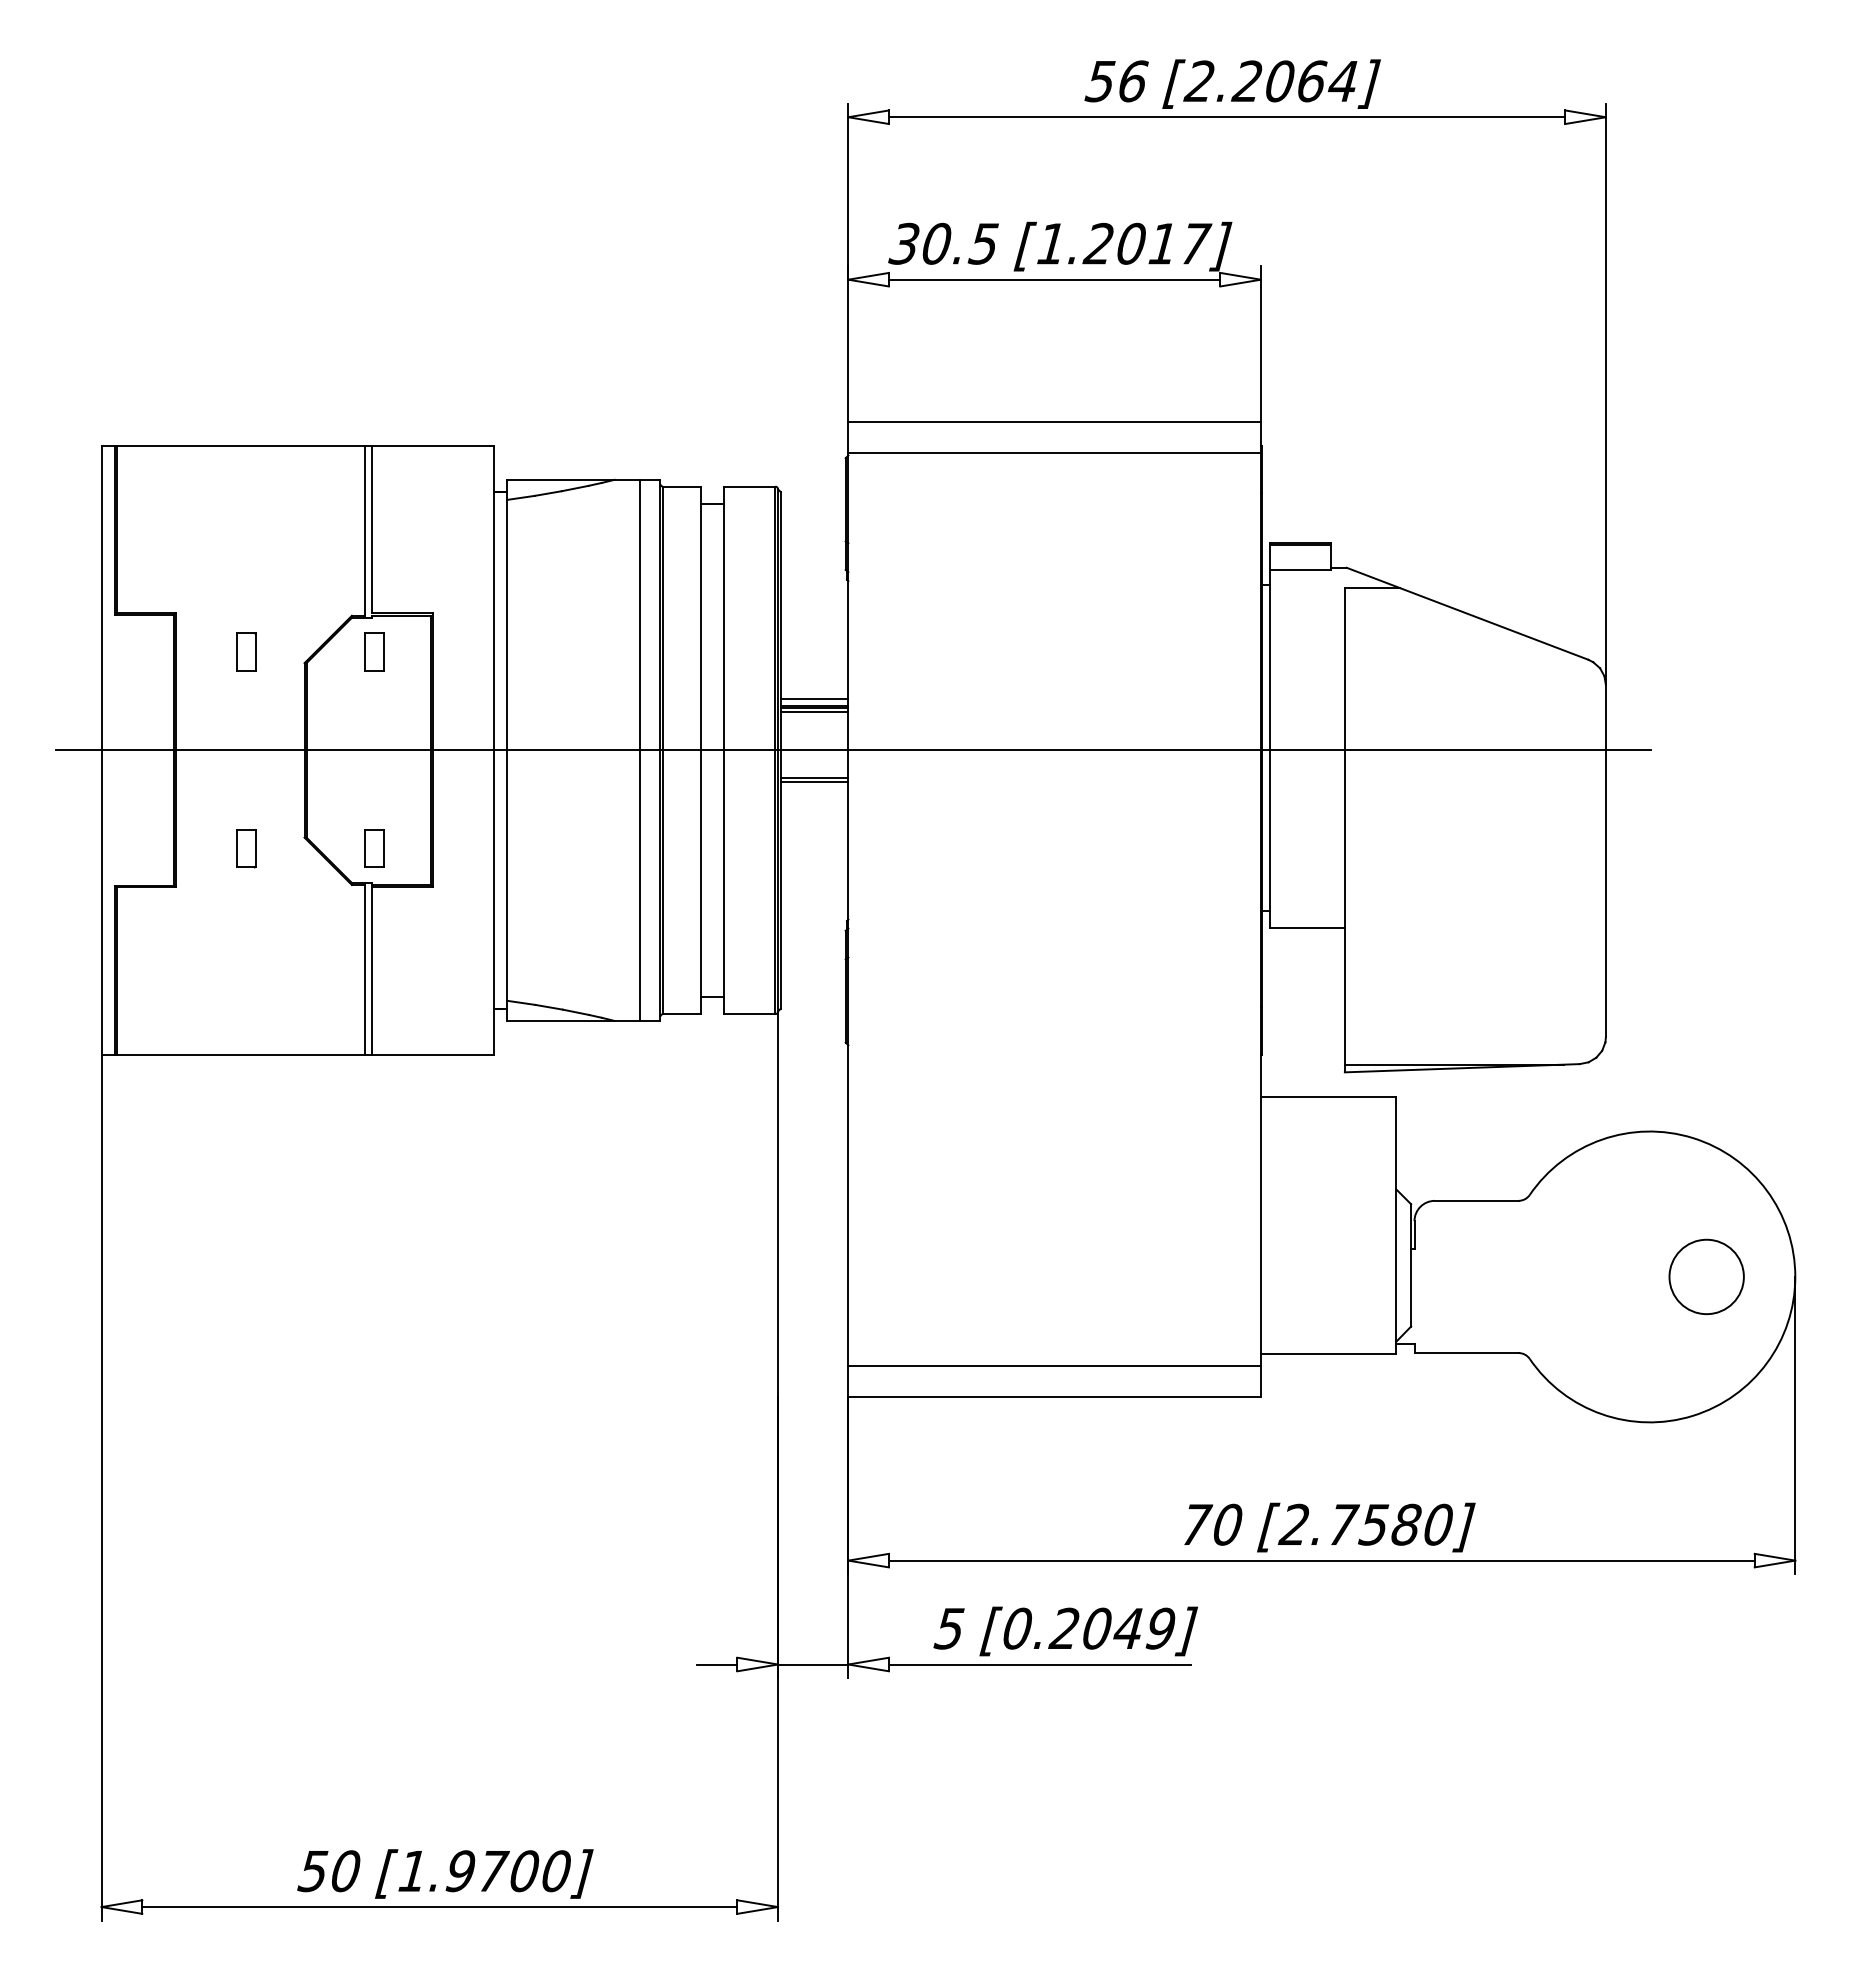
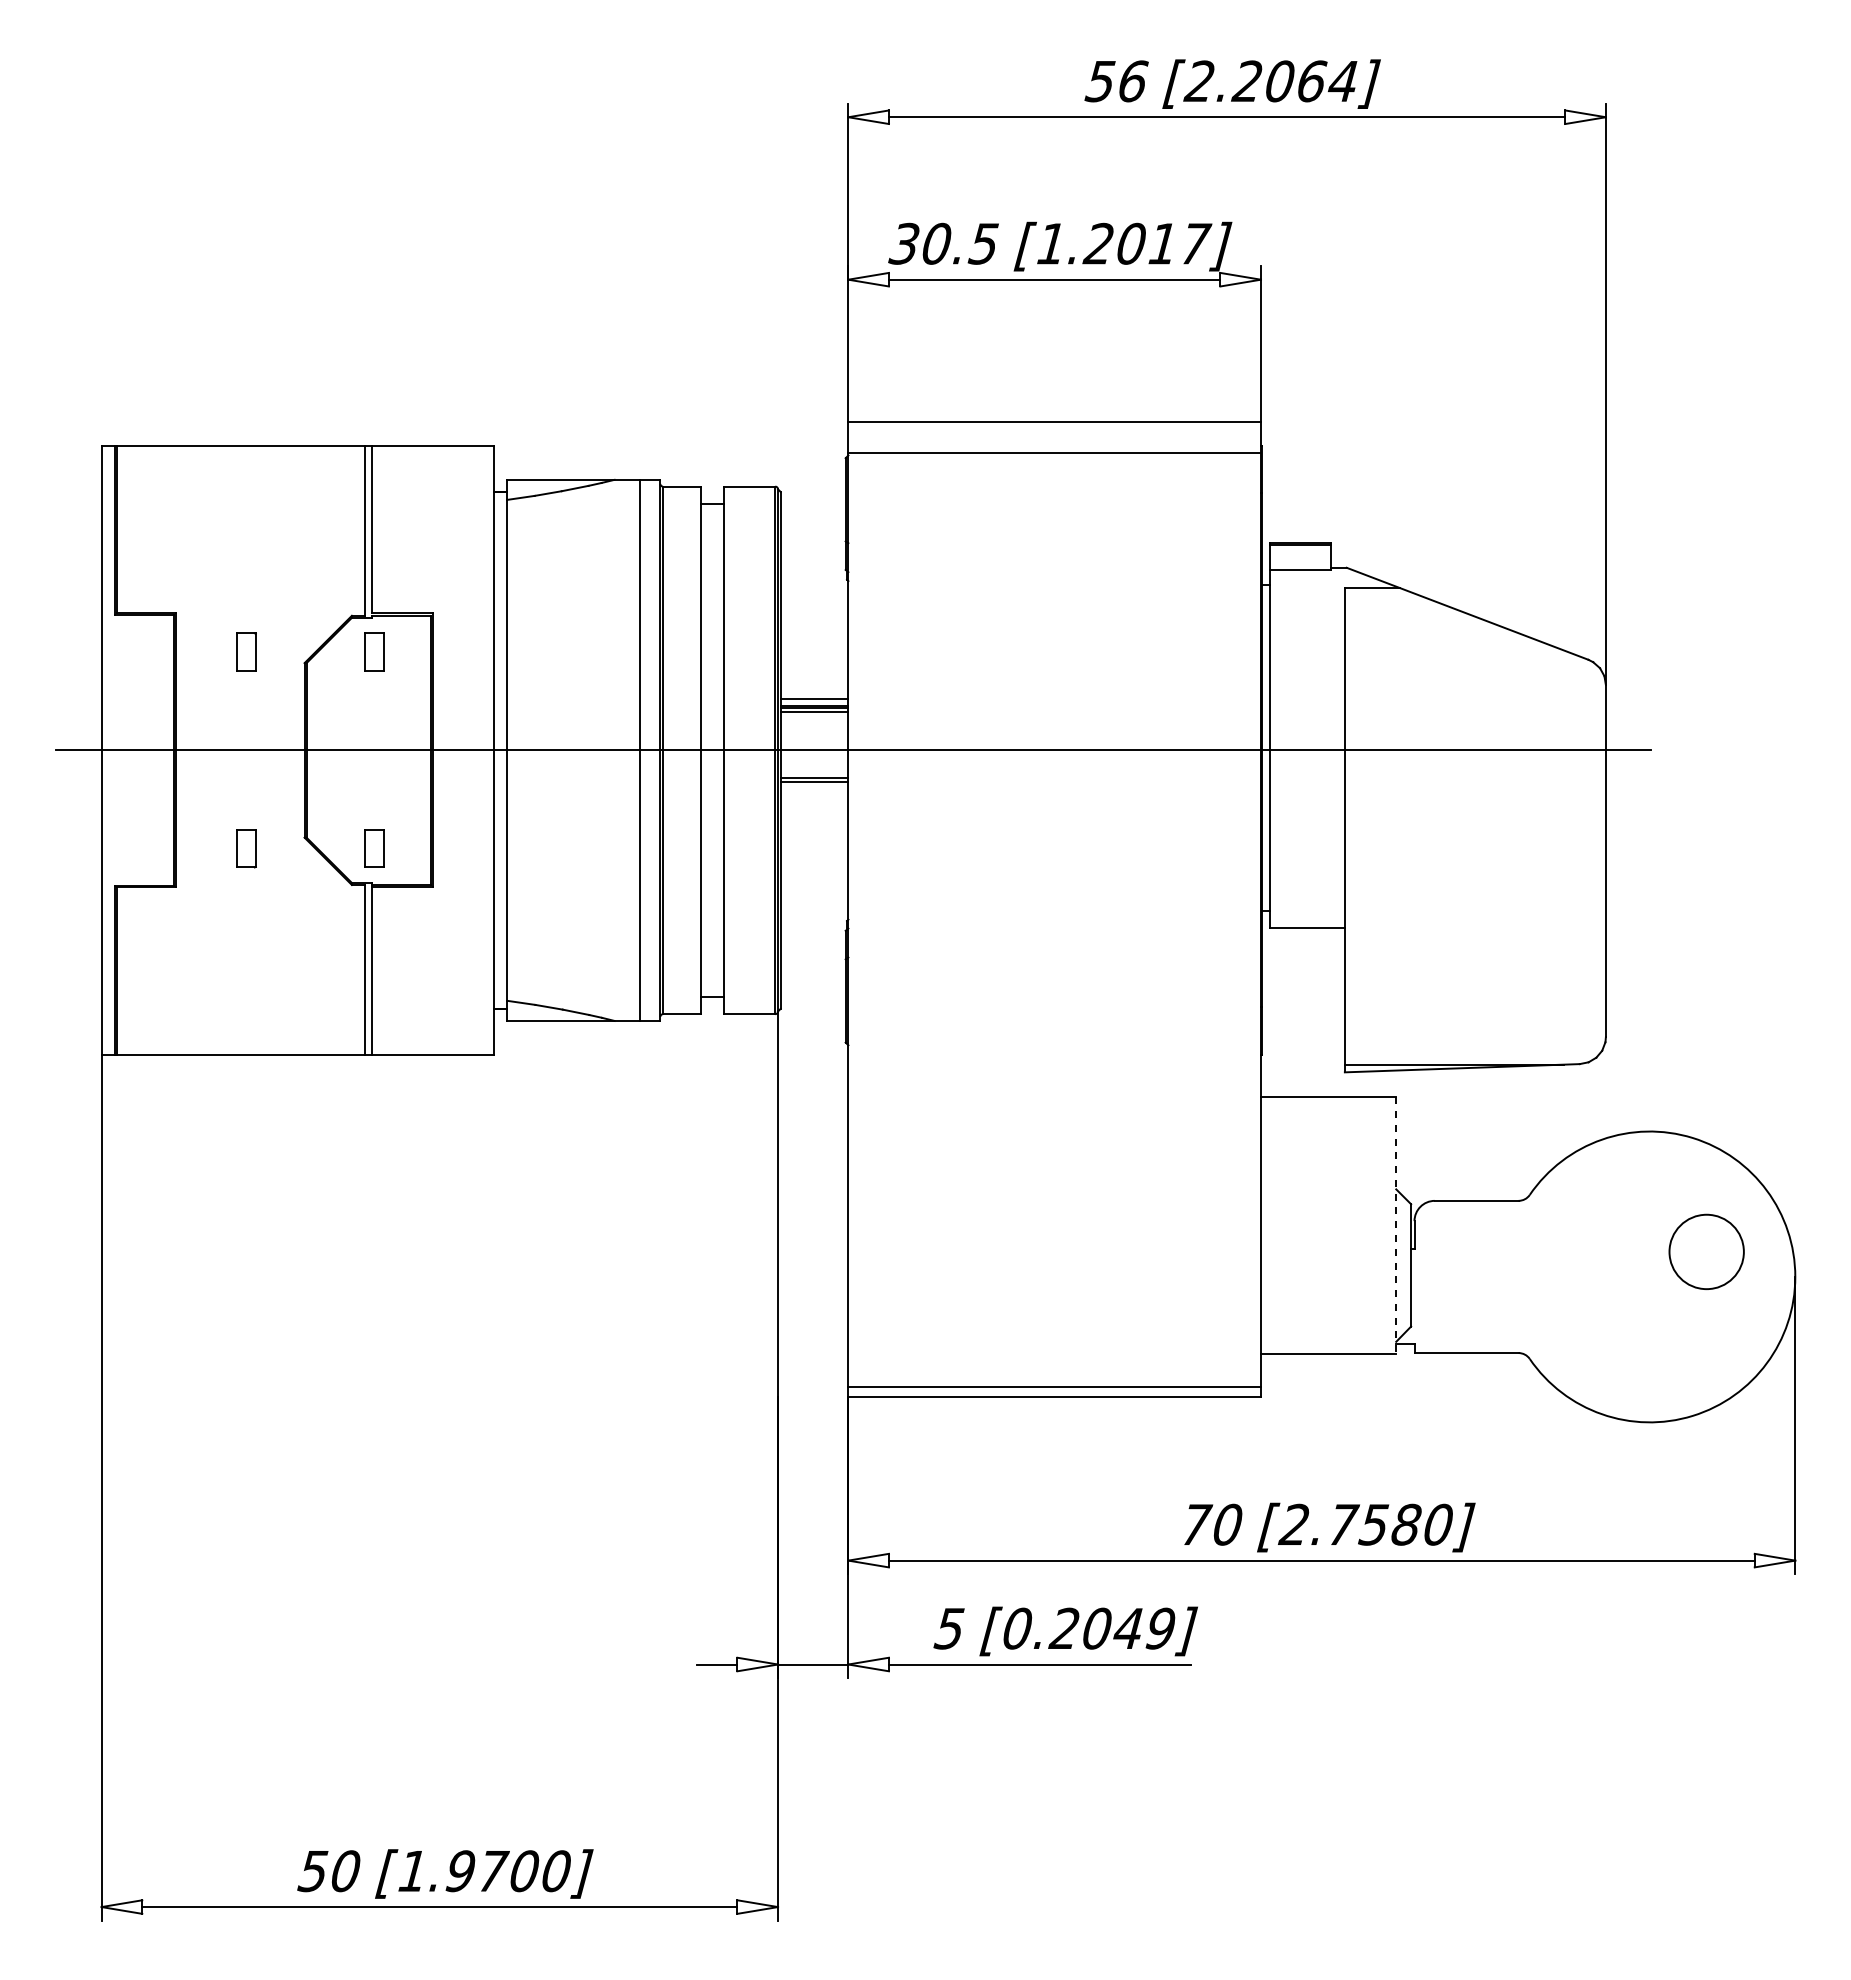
line at (1396, 1225): solid -> dashed
circle at (1706, 1276) position: (1706, 1276) -> (1706, 1251)
line at (1054, 1365) position: (1054, 1365) -> (1054, 1386)
